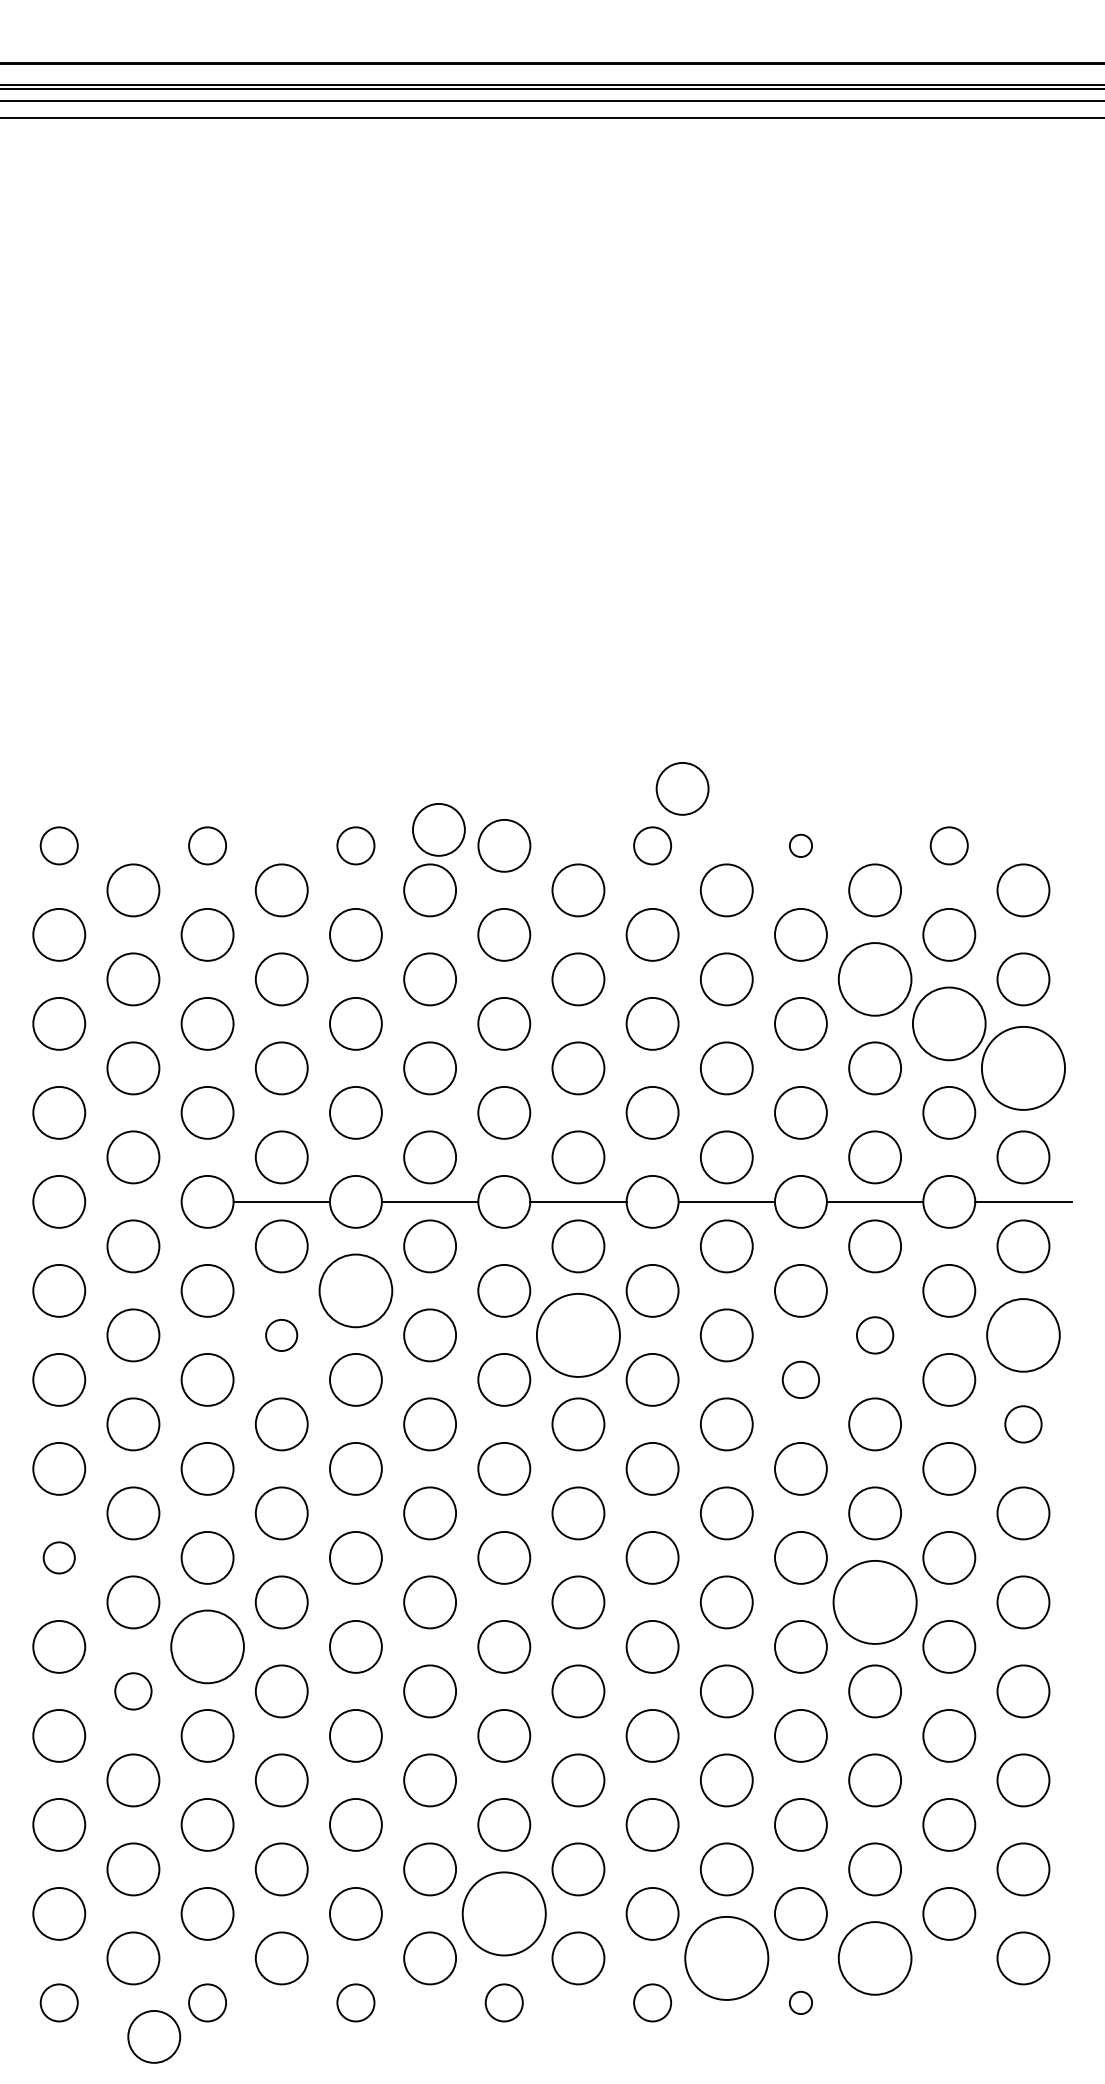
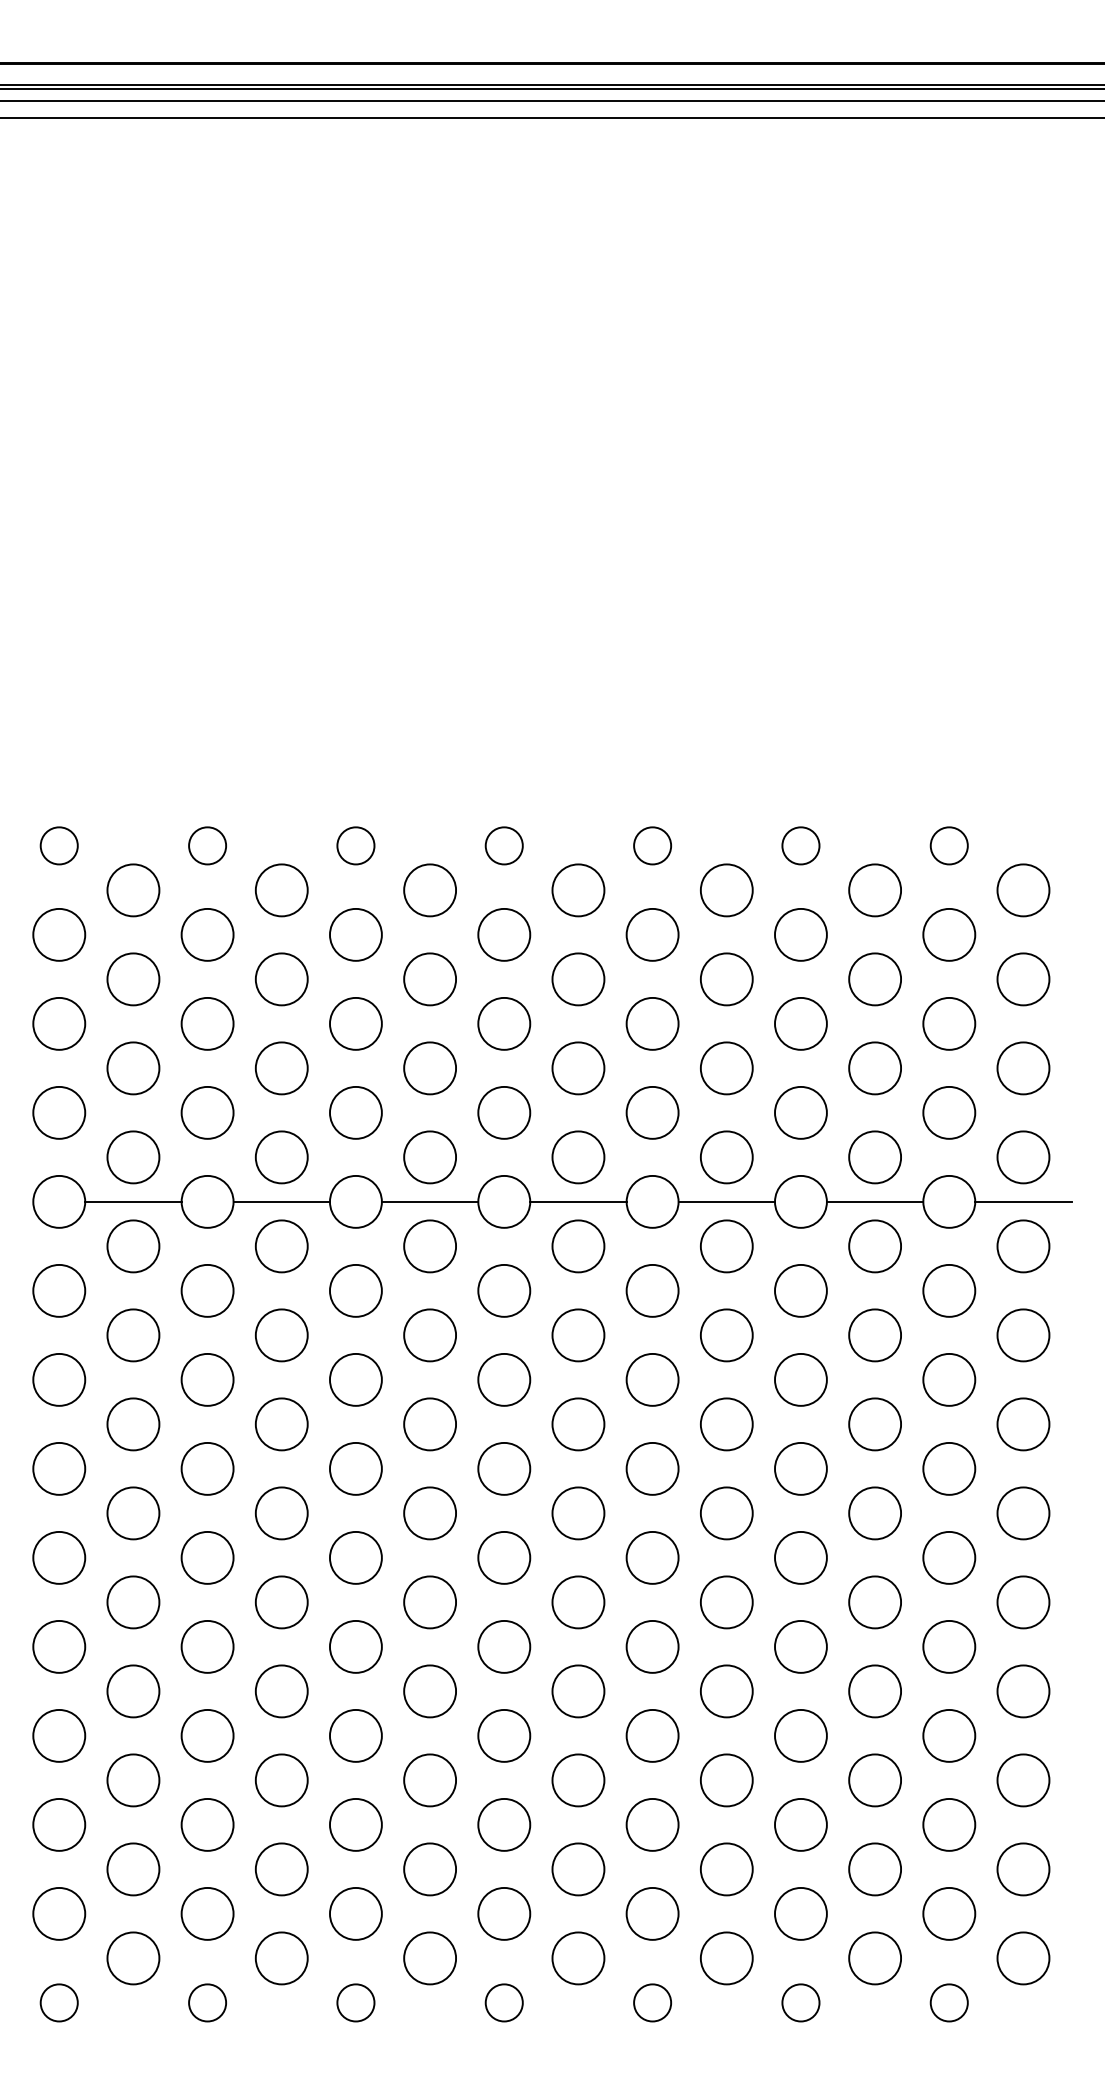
circle at (682, 788): present -> none
circle at (438, 829): present -> none
circle at (504, 845) size: 55x54 px -> 40x40 px
circle at (800, 845) diameter: 22 px -> 37 px
circle at (874, 979) diameter: 73 px -> 52 px
circle at (948, 1023) diameter: 73 px -> 52 px
circle at (1023, 1067) diameter: 83 px -> 52 px
line at (133, 1201): none -> present
circle at (355, 1290) diameter: 73 px -> 52 px
circle at (577, 1334) diameter: 83 px -> 52 px
circle at (281, 1335) size: 34x33 px -> 55x55 px
circle at (874, 1335) diameter: 36 px -> 52 px
circle at (1023, 1335) diameter: 73 px -> 52 px
circle at (800, 1379) diameter: 36 px -> 52 px
circle at (1023, 1424) diameter: 36 px -> 52 px
circle at (58, 1557) diameter: 31 px -> 52 px
circle at (874, 1601) diameter: 83 px -> 52 px
circle at (207, 1646) diameter: 73 px -> 52 px
circle at (133, 1691) diameter: 36 px -> 52 px
circle at (503, 1913) diameter: 83 px -> 52 px
circle at (726, 1957) diameter: 83 px -> 52 px
circle at (874, 1958) diameter: 73 px -> 52 px
circle at (800, 2002) diameter: 22 px -> 37 px
circle at (948, 2002): none -> present
circle at (154, 2036): present -> none
